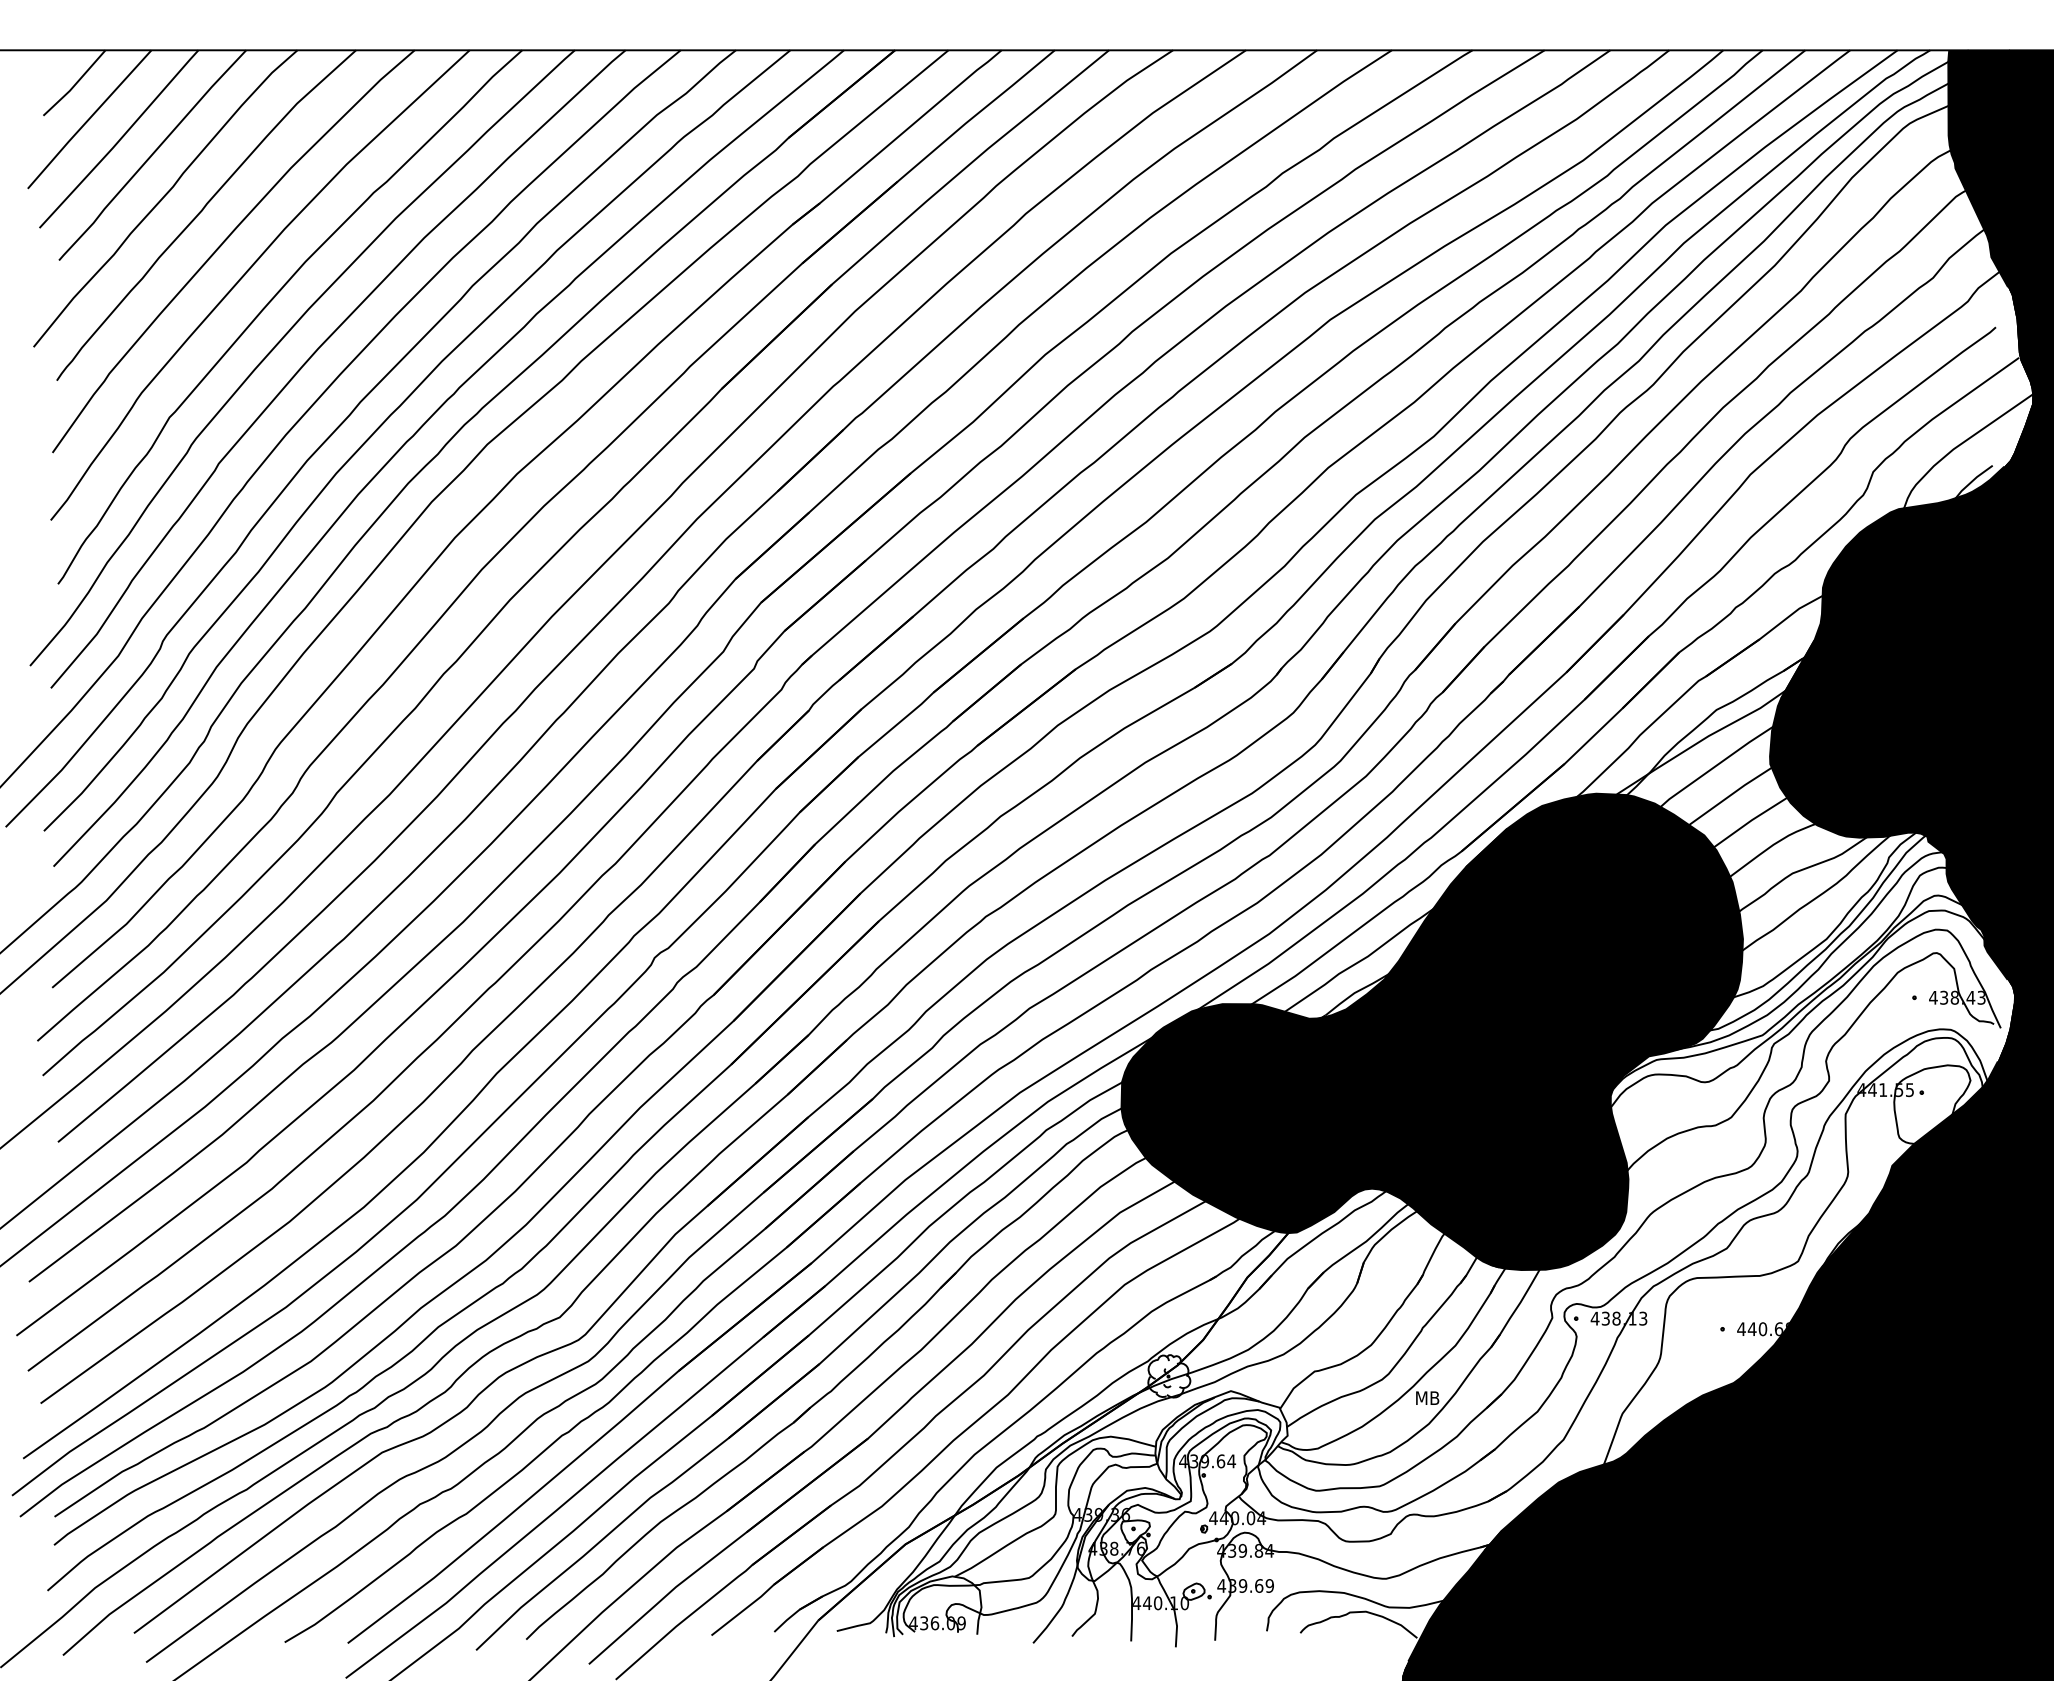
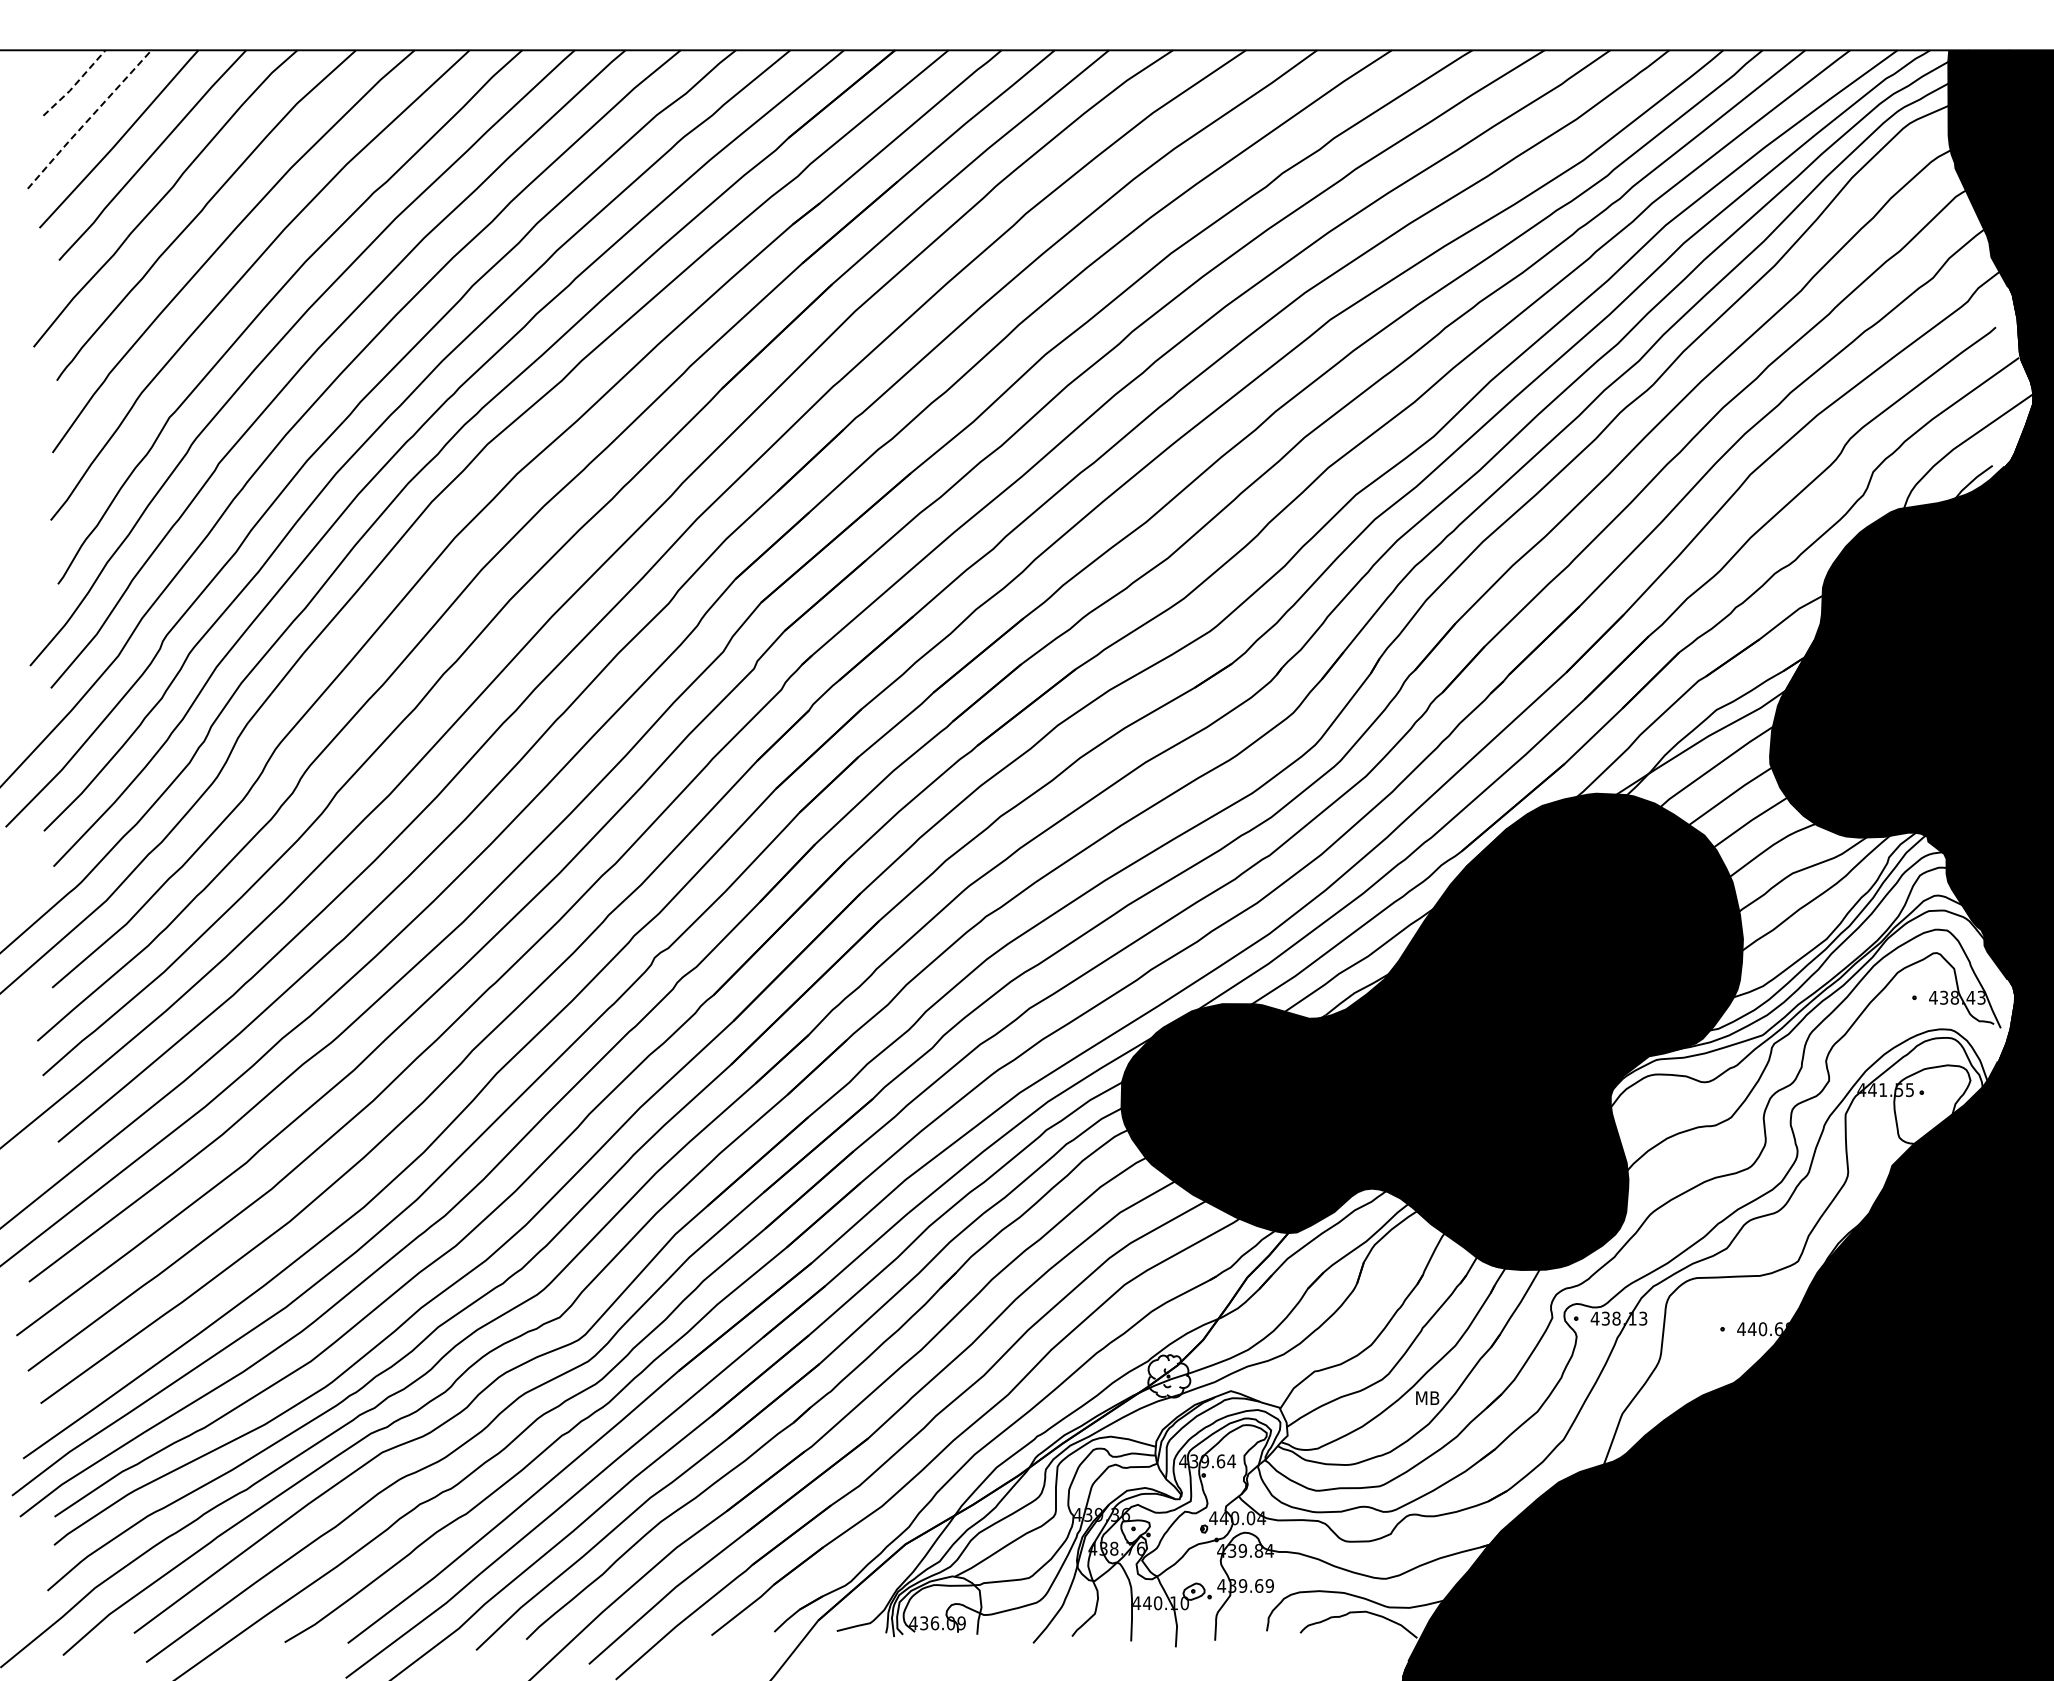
line at (75, 84): solid -> dashed
line at (88, 119): solid -> dashed
